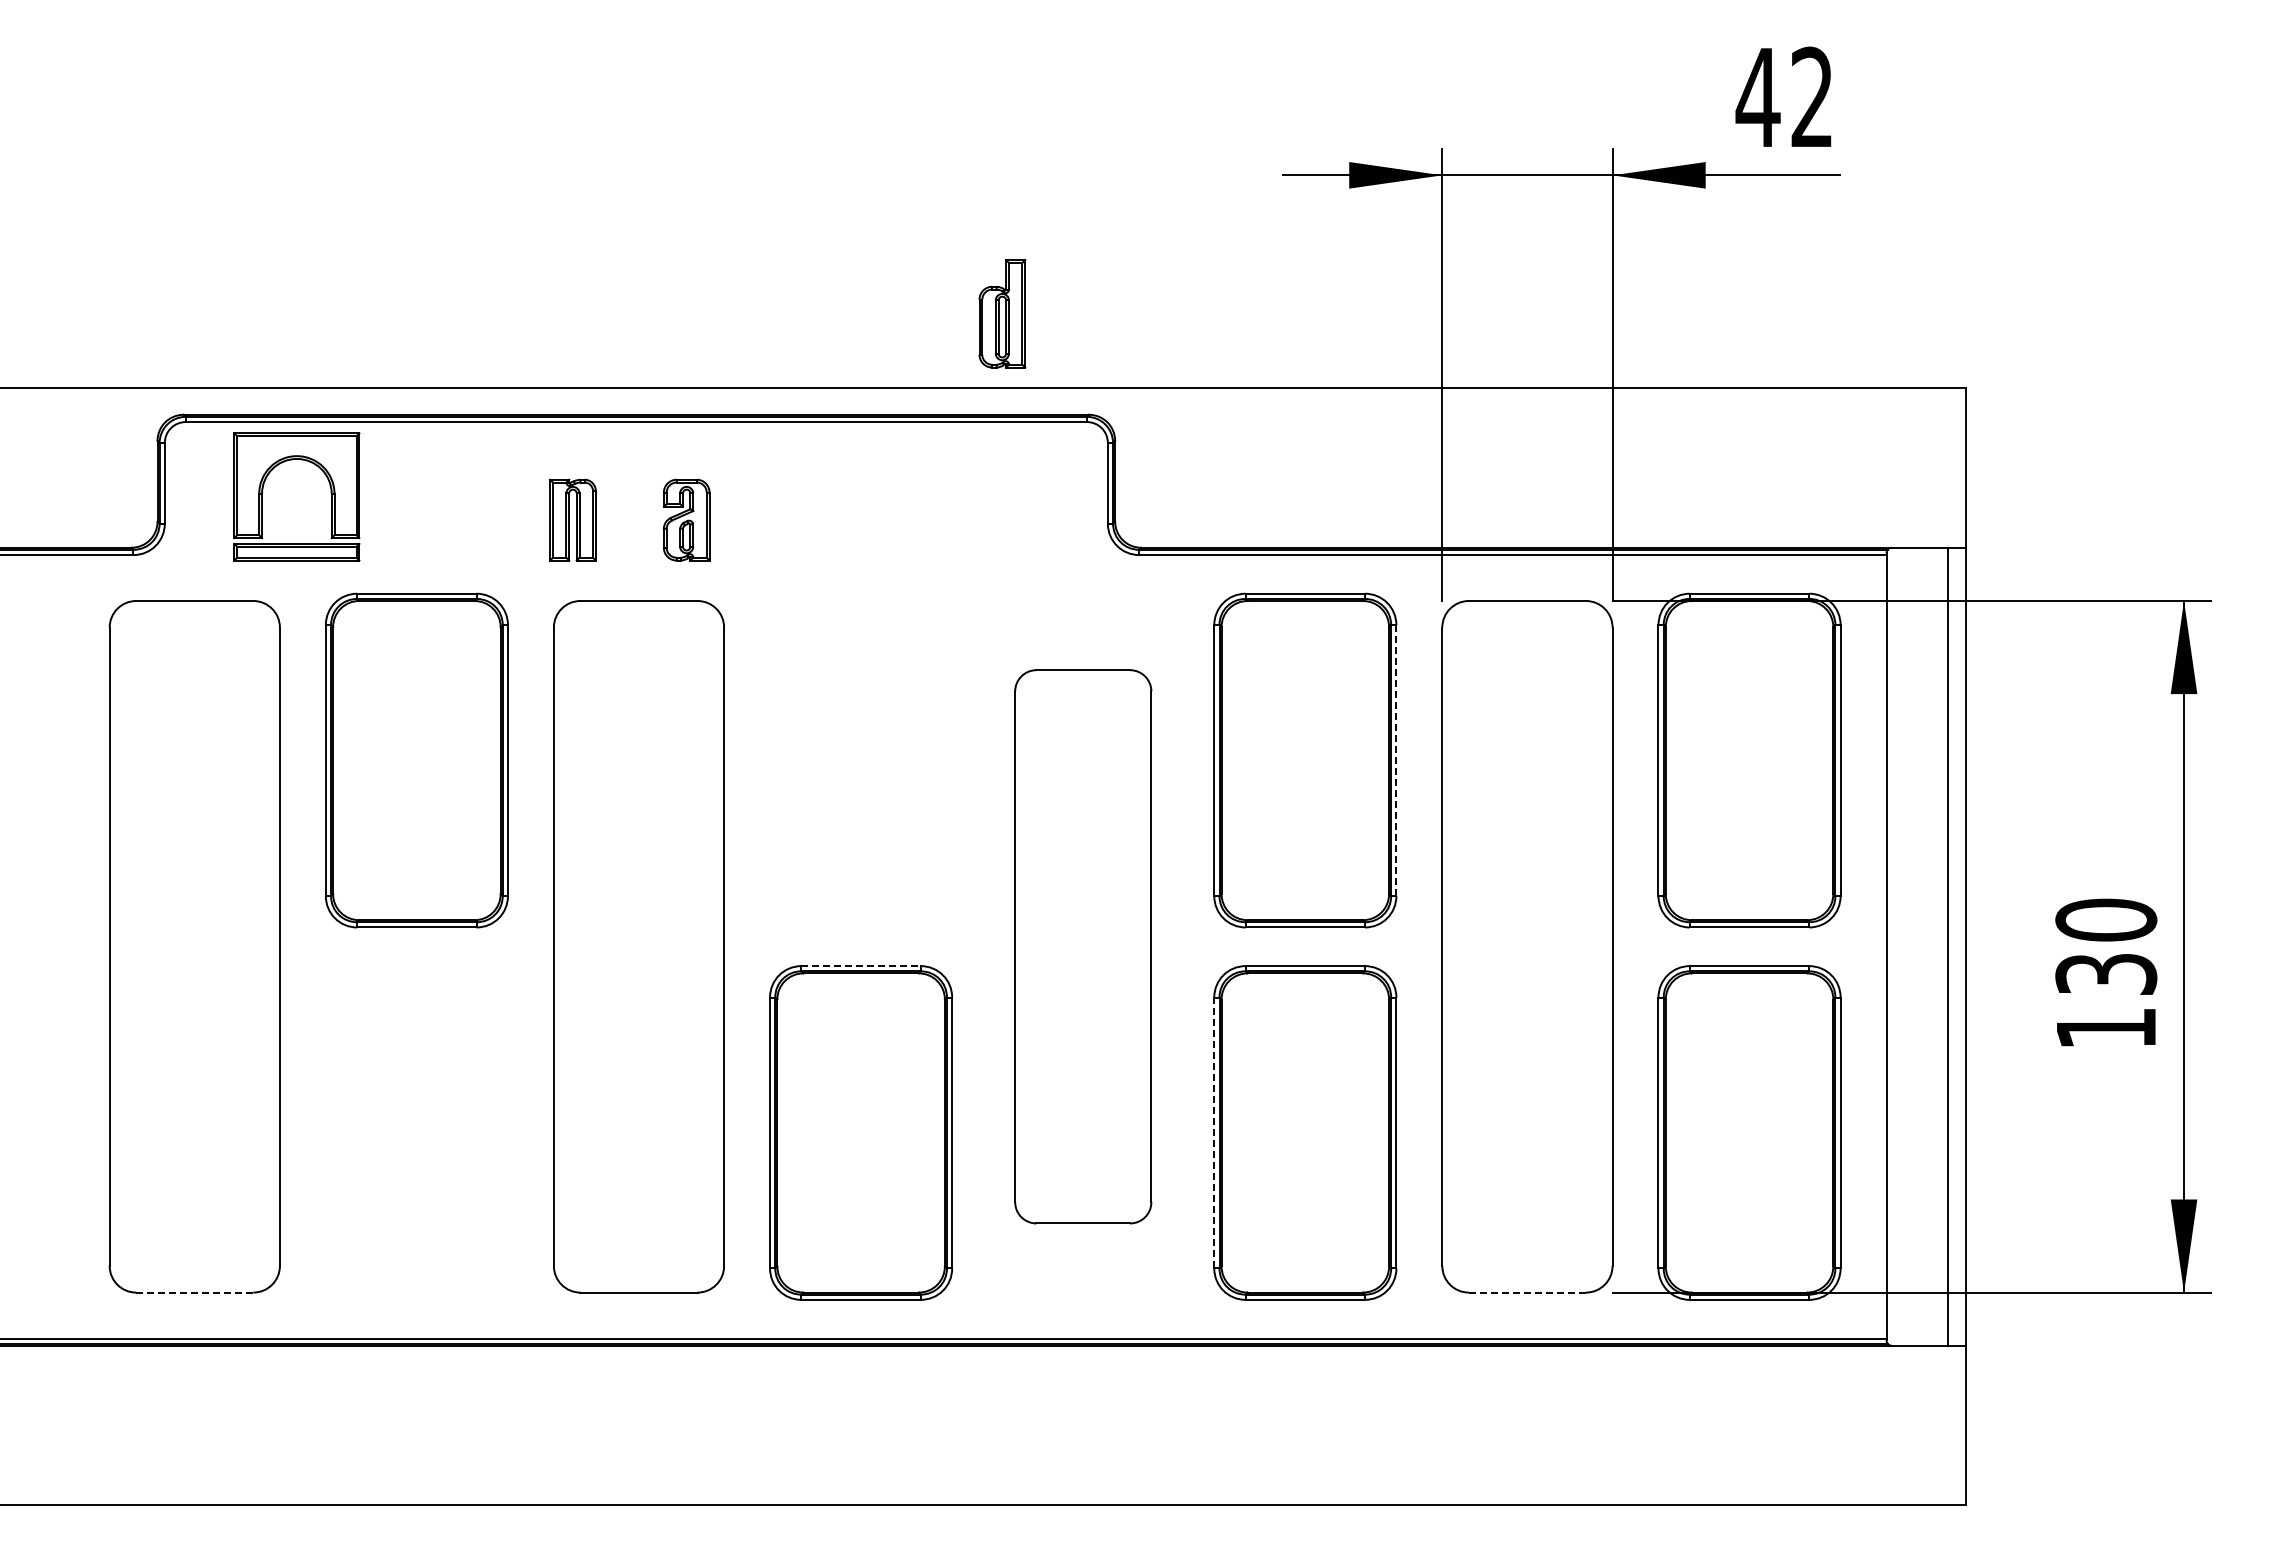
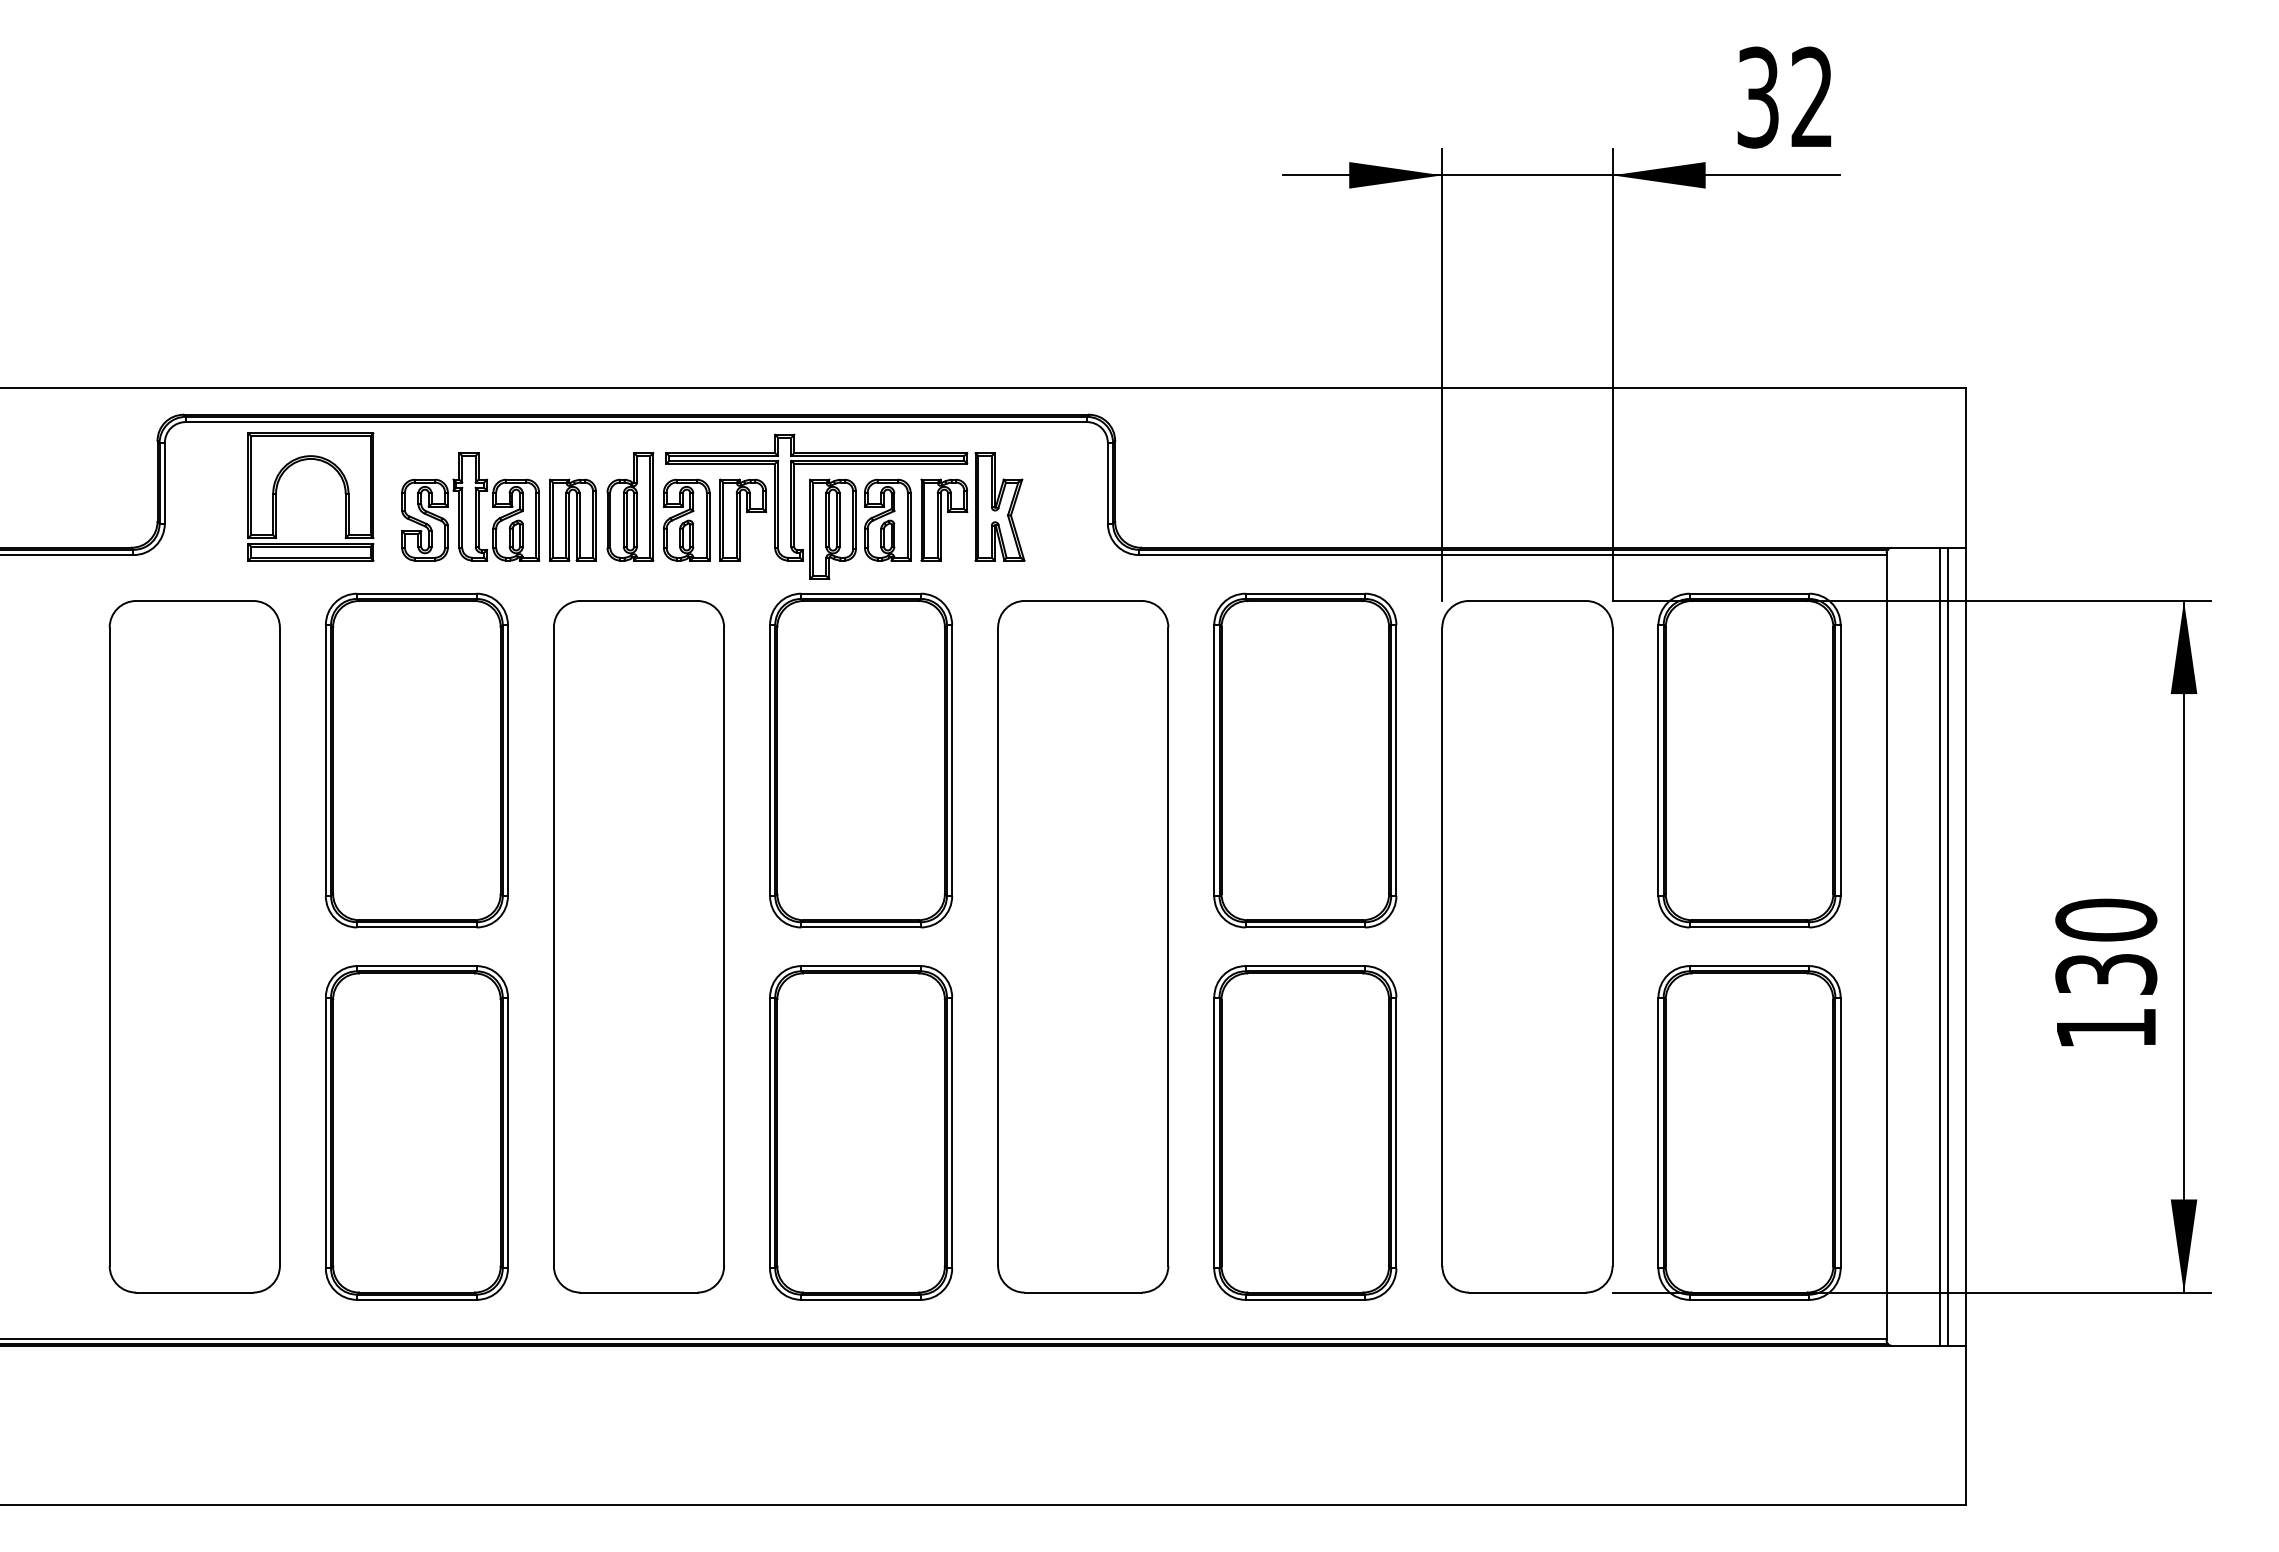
text at (1757, 97): 42 -> 32
part at (1002, 313) position: (1002, 313) -> (630, 506)
part at (263, 490) position: (263, 490) -> (277, 490)
part at (470, 506): none -> present
part at (845, 506): none -> present
part at (861, 760): none -> present
line at (1396, 761): dashed -> solid
part at (1083, 946) size: 139x556 px -> 173x694 px
line at (1939, 946): none -> present
line at (861, 966): dashed -> solid
part at (416, 1132): none -> present
line at (1214, 1132): dashed -> solid
line at (194, 1292): dashed -> solid
line at (1527, 1292): dashed -> solid
